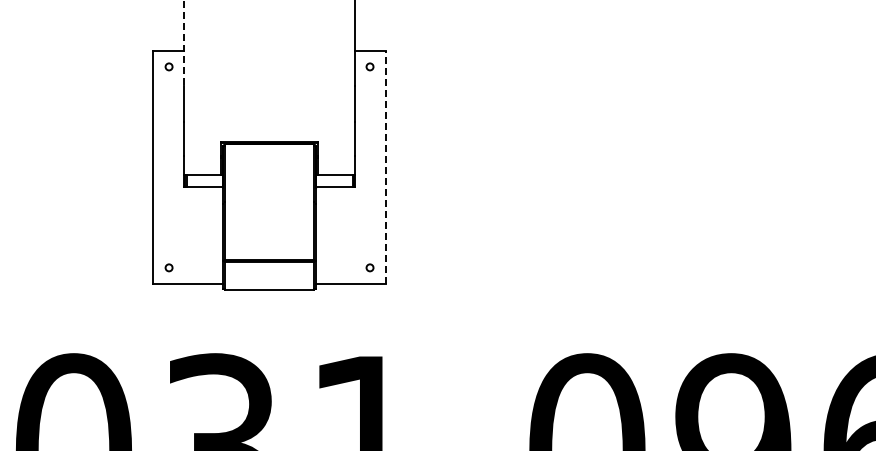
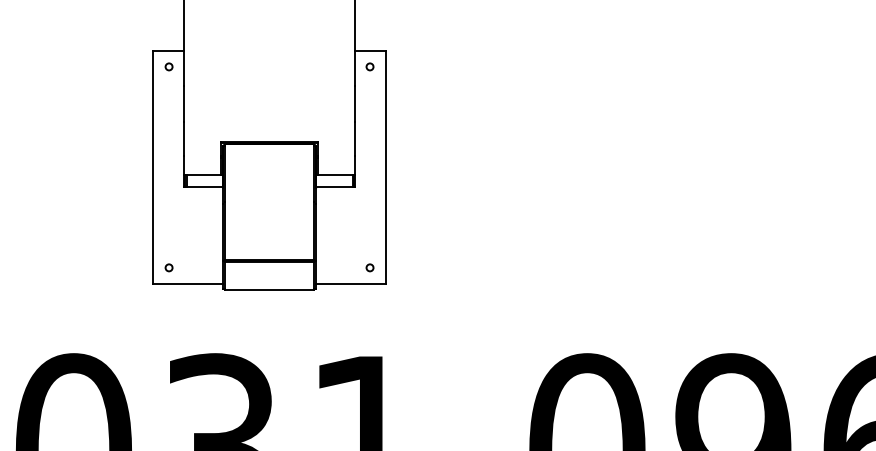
line at (184, 43): dashed -> solid
line at (386, 167): dashed -> solid
